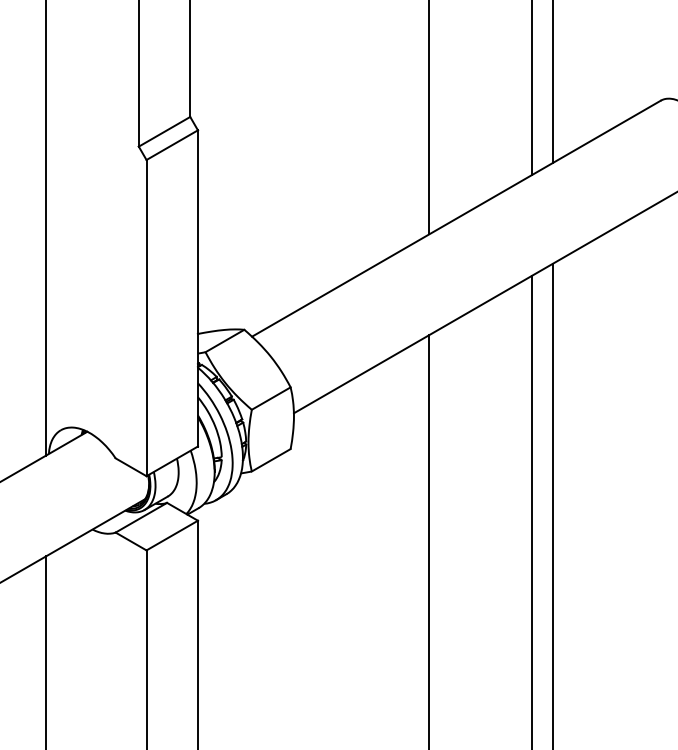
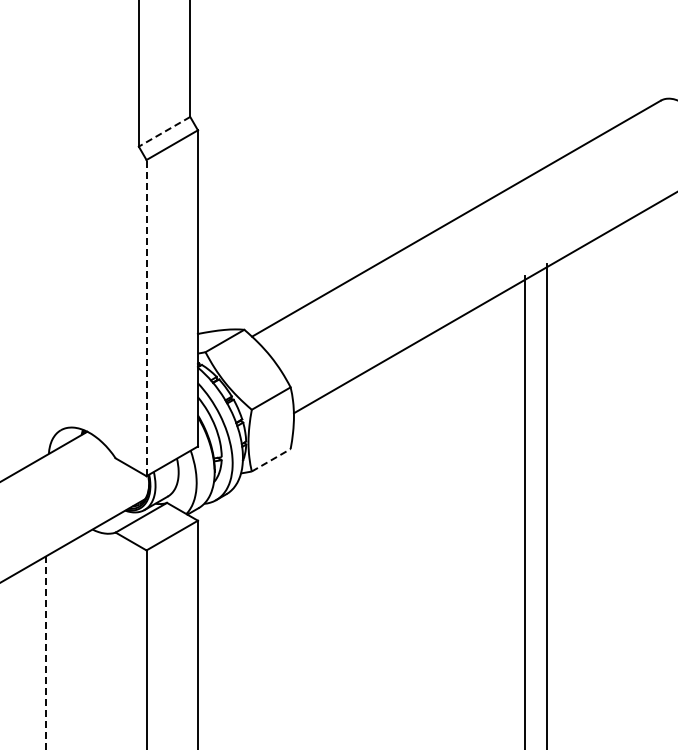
line at (552, 82): present -> none
line at (532, 88): present -> none
line at (429, 118): present -> none
line at (164, 131): solid -> dashed
line at (46, 228): present -> none
line at (146, 317): solid -> dashed
line at (271, 460): solid -> dashed
line at (552, 504) position: (552, 504) -> (546, 504)
line at (532, 510) position: (532, 510) -> (525, 510)
line at (429, 540): present -> none
line at (46, 653): solid -> dashed
